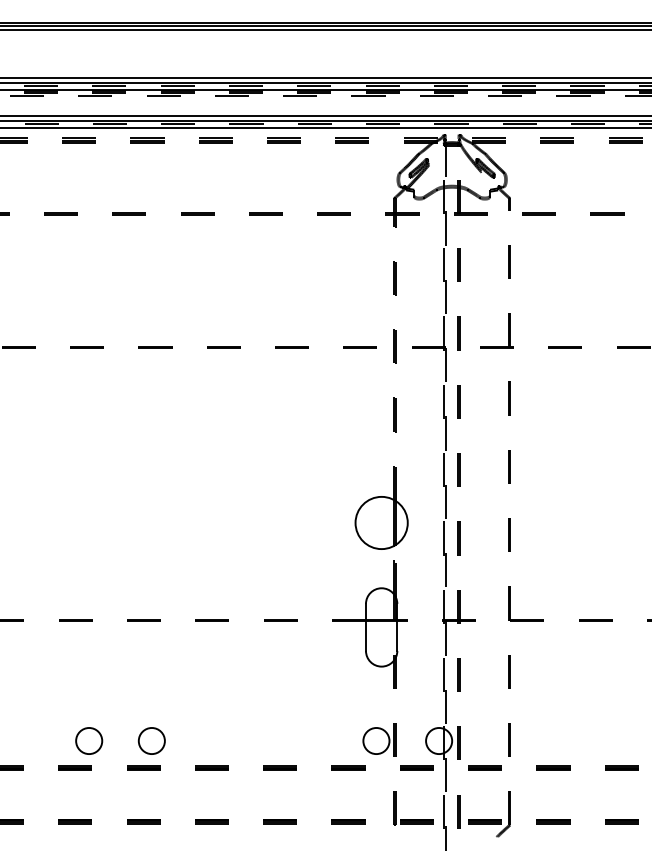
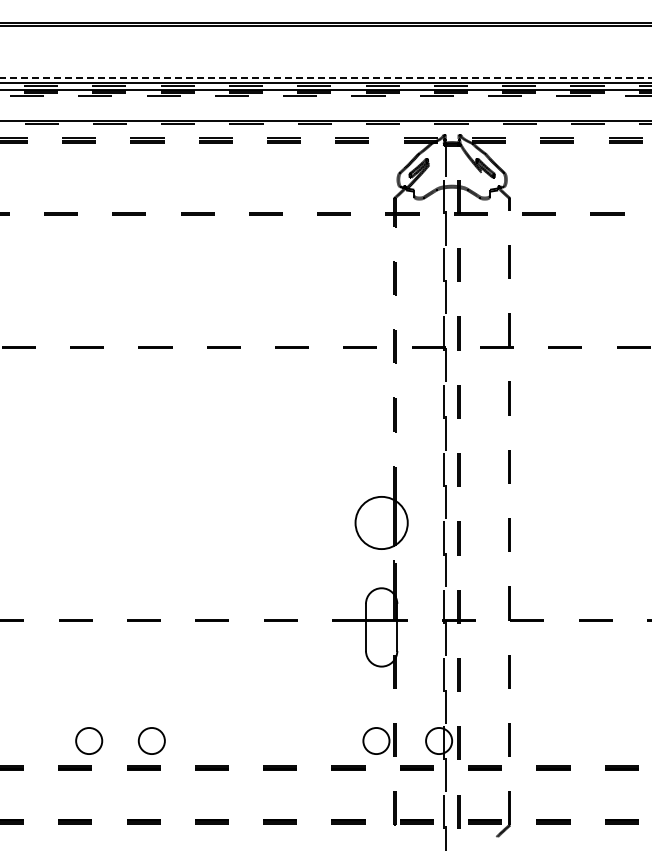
line at (325, 30): present -> none
line at (325, 78): solid -> dashed
line at (325, 116): present -> none
line at (325, 128): present -> none
